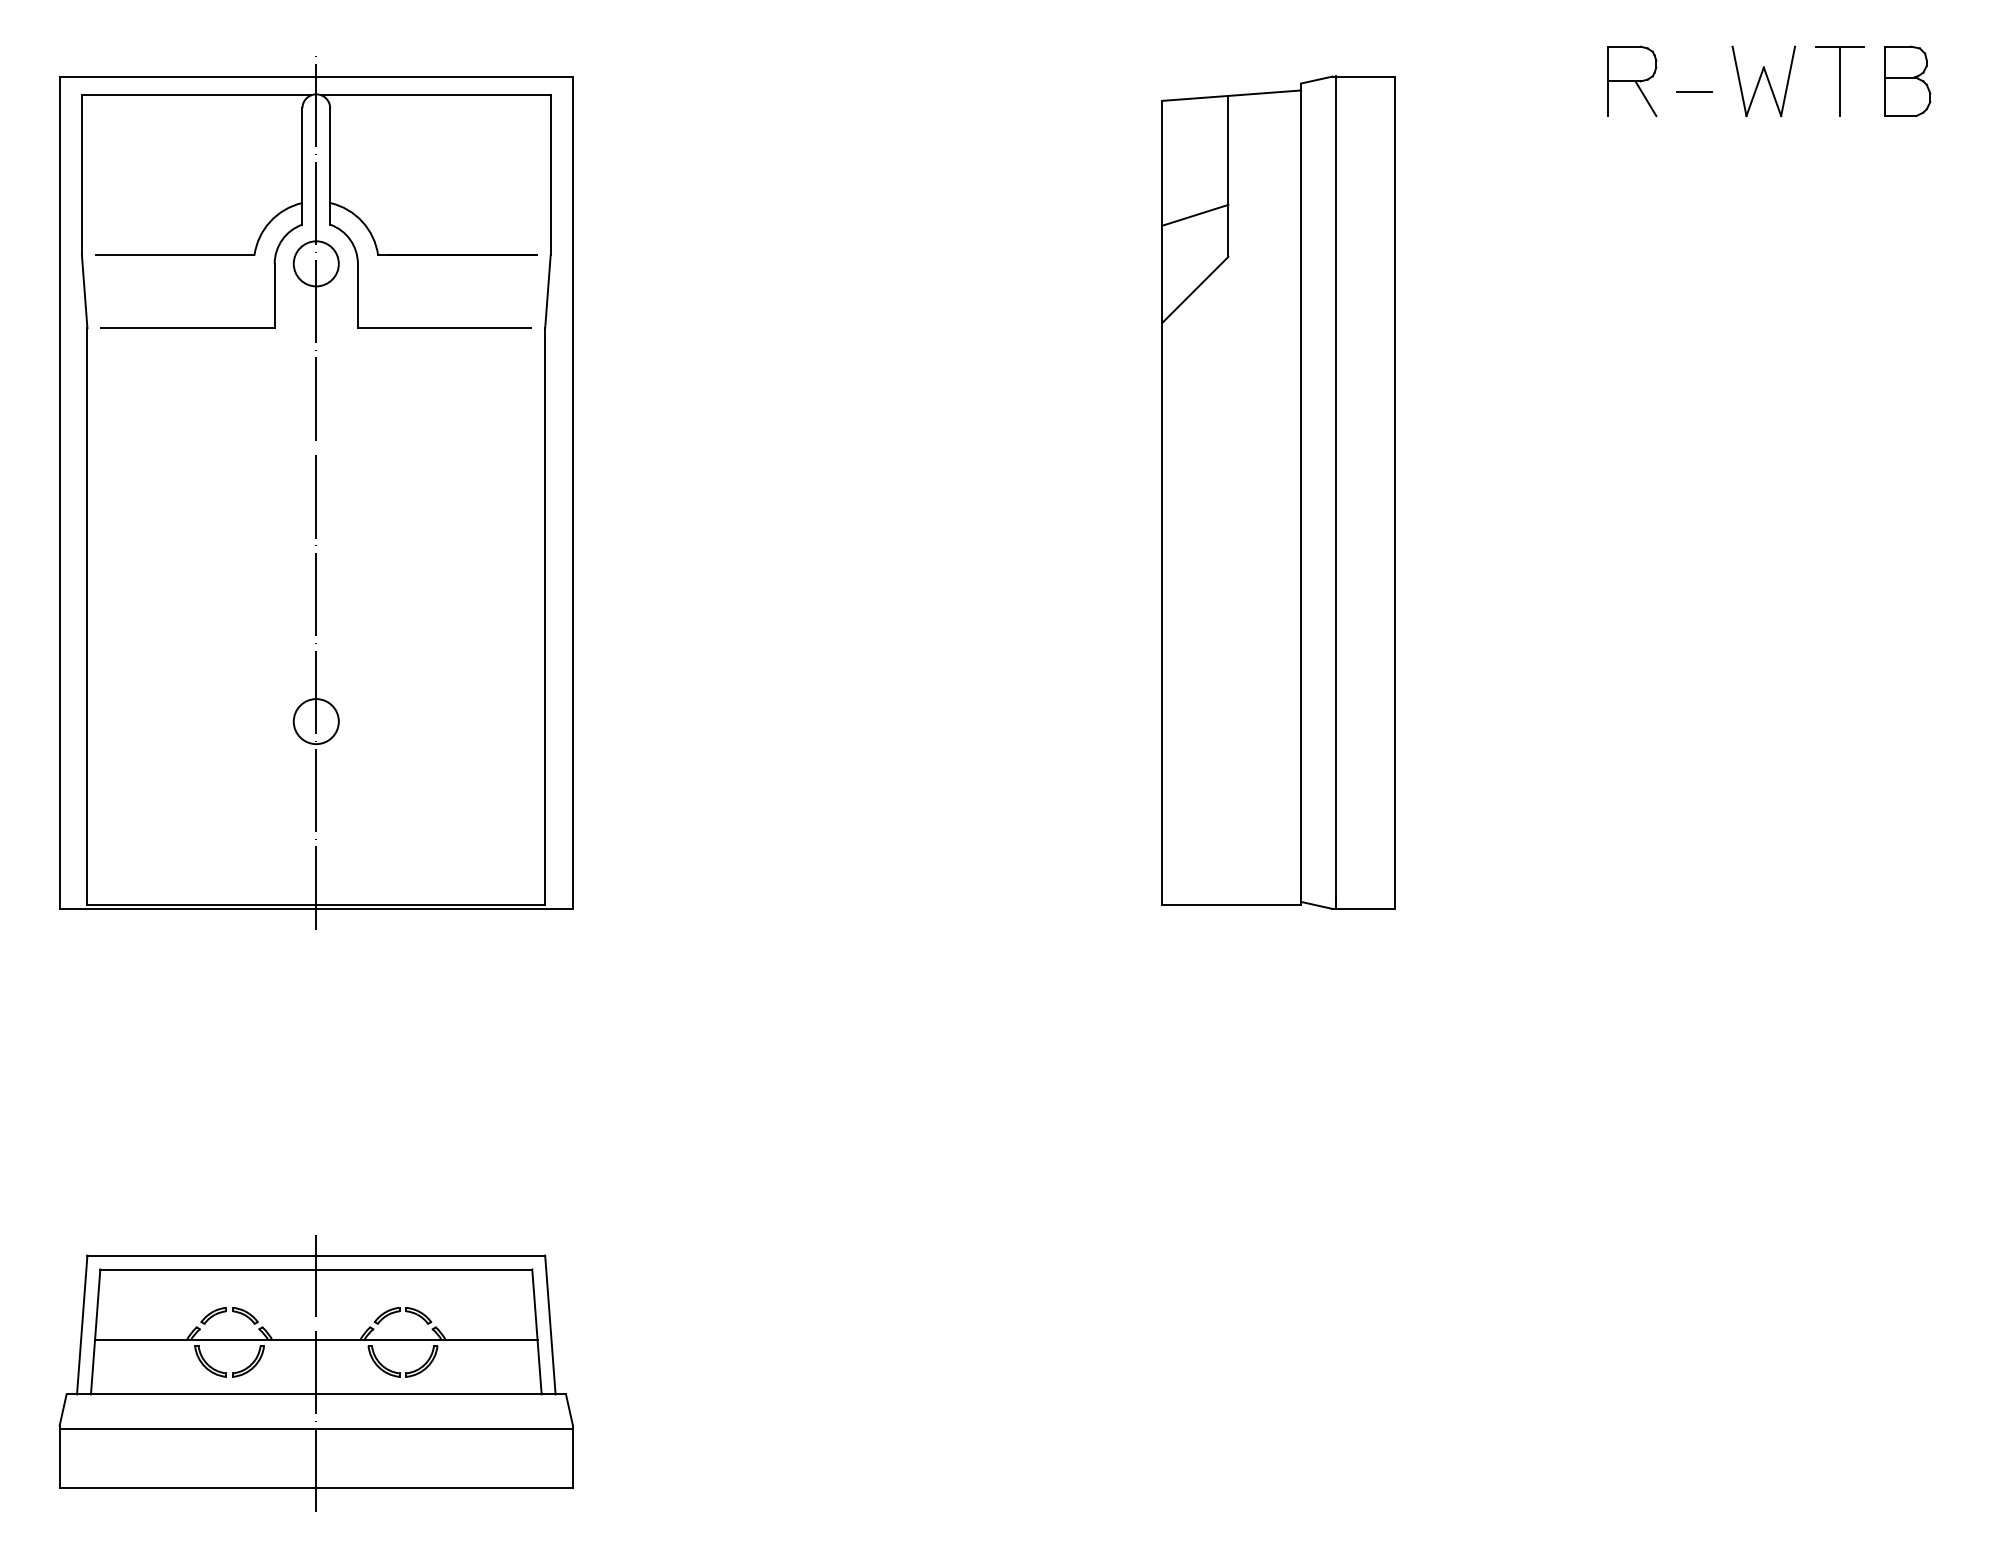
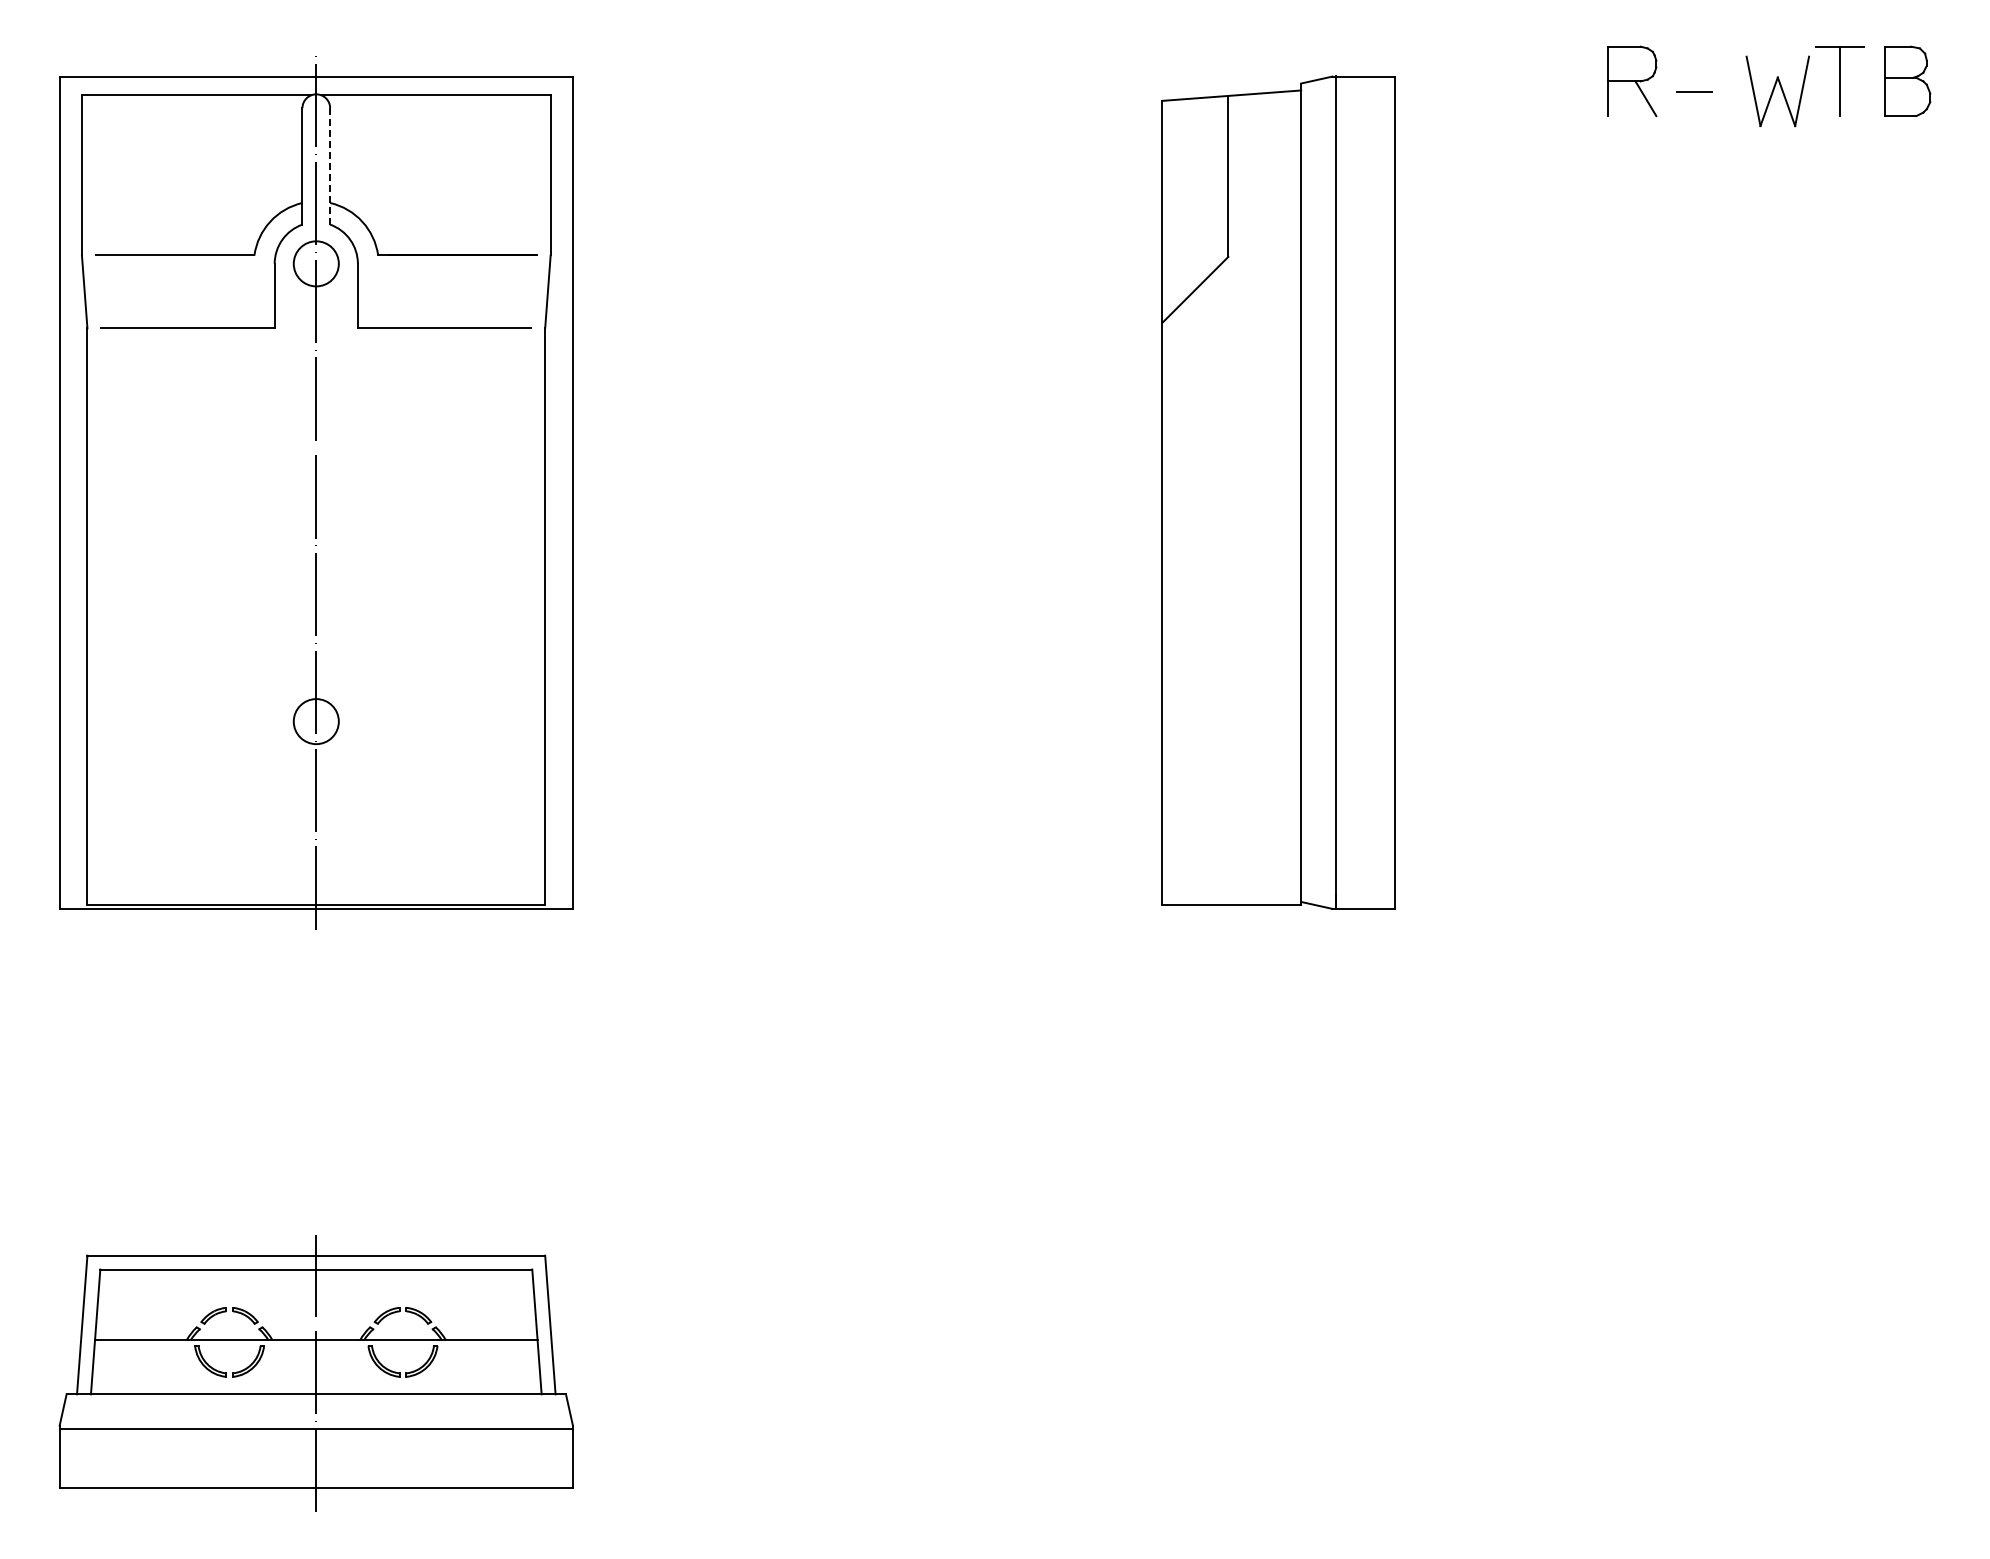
part at (1763, 81) position: (1763, 81) -> (1777, 91)
line at (330, 165): solid -> dashed
line at (1195, 214): present -> none
